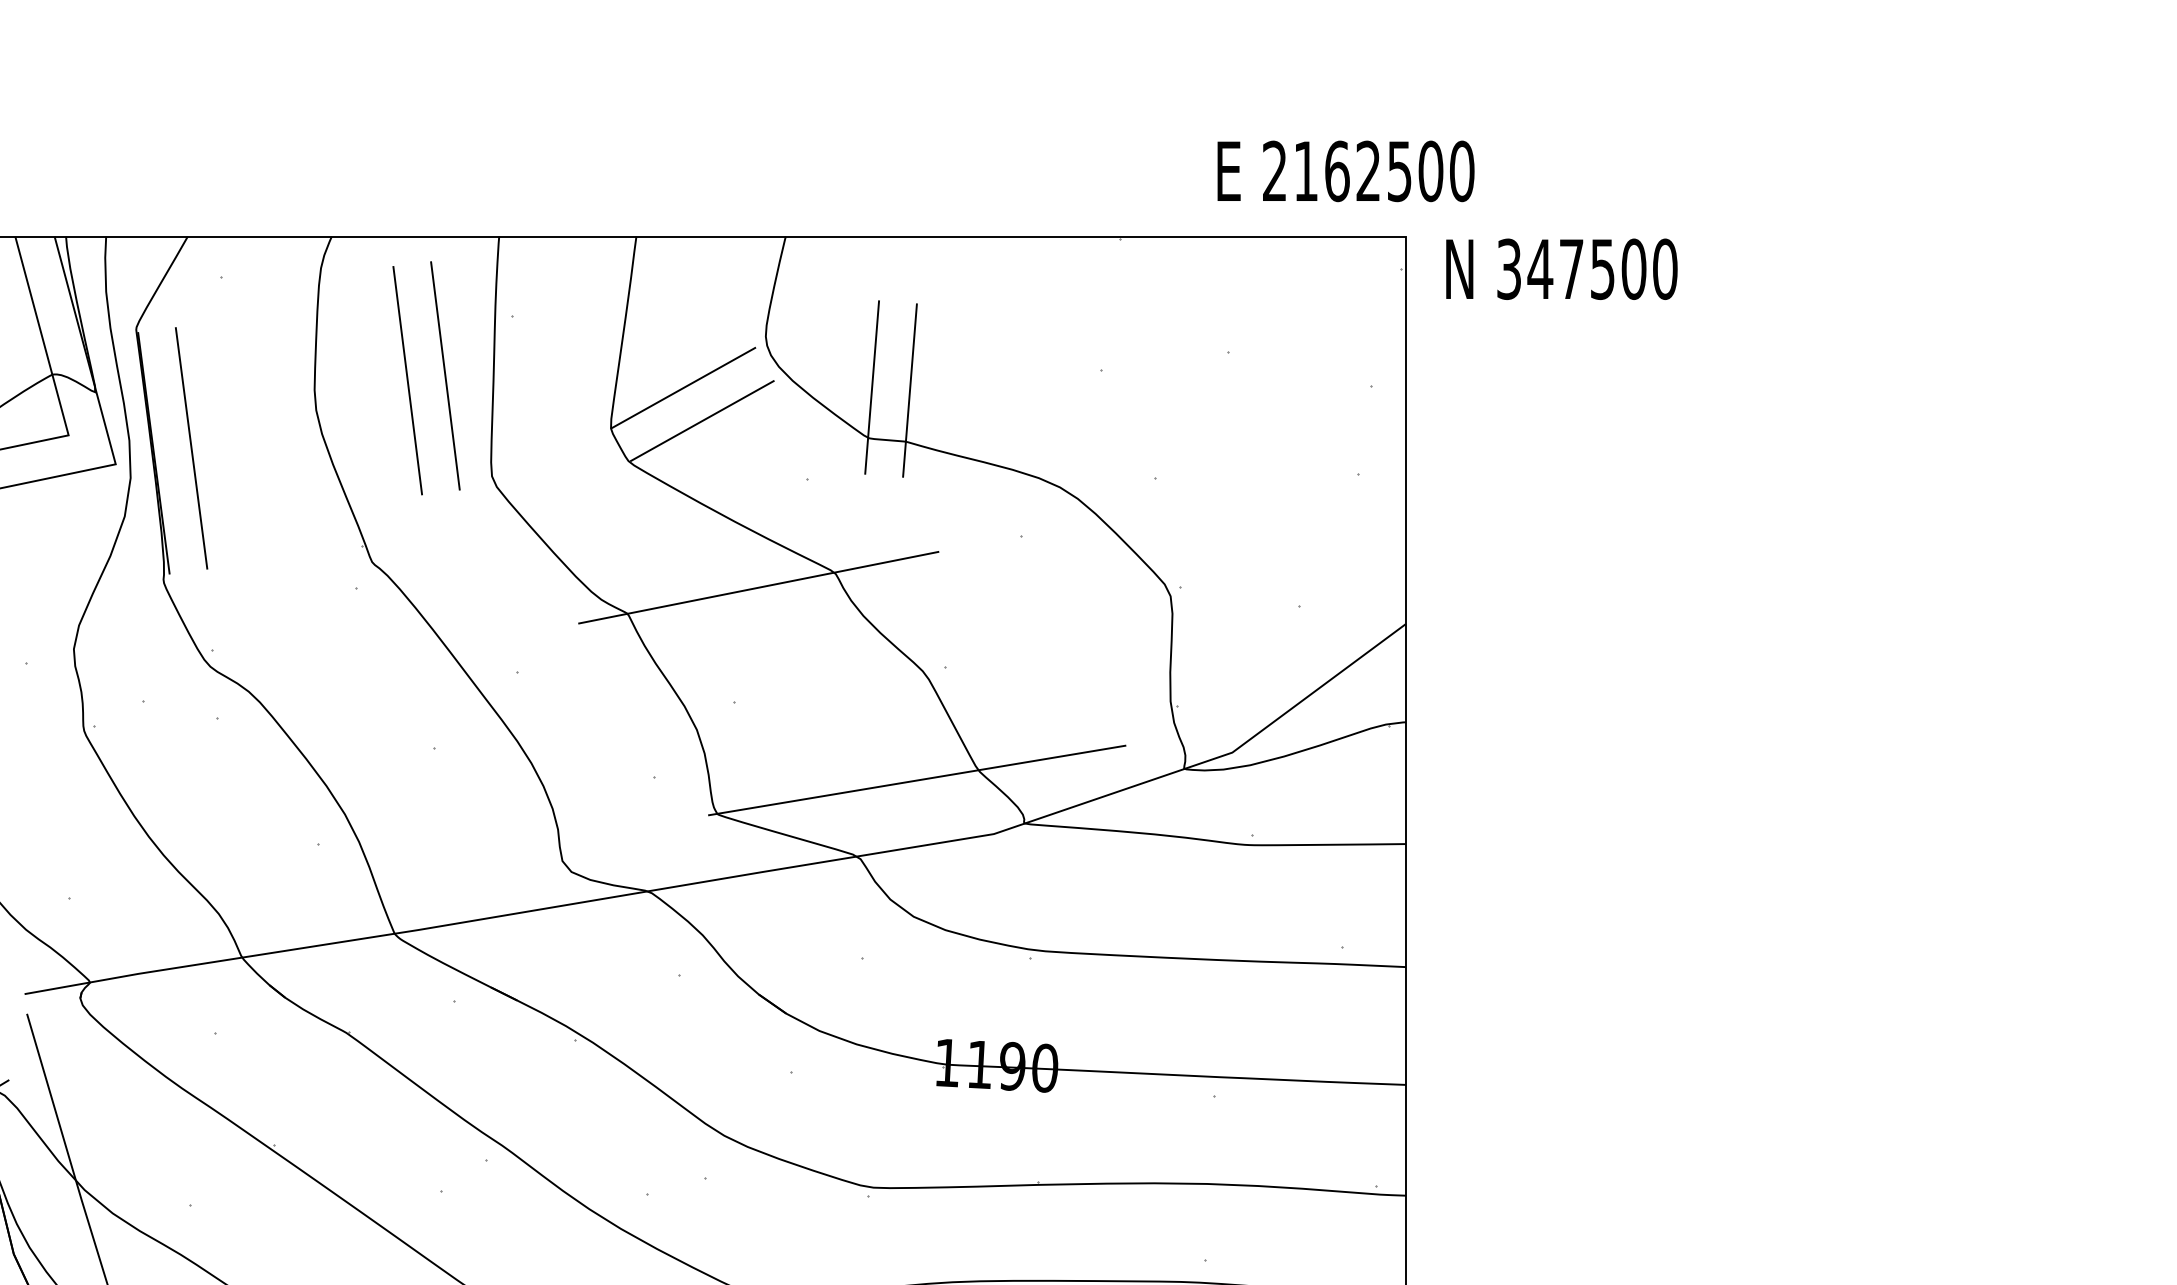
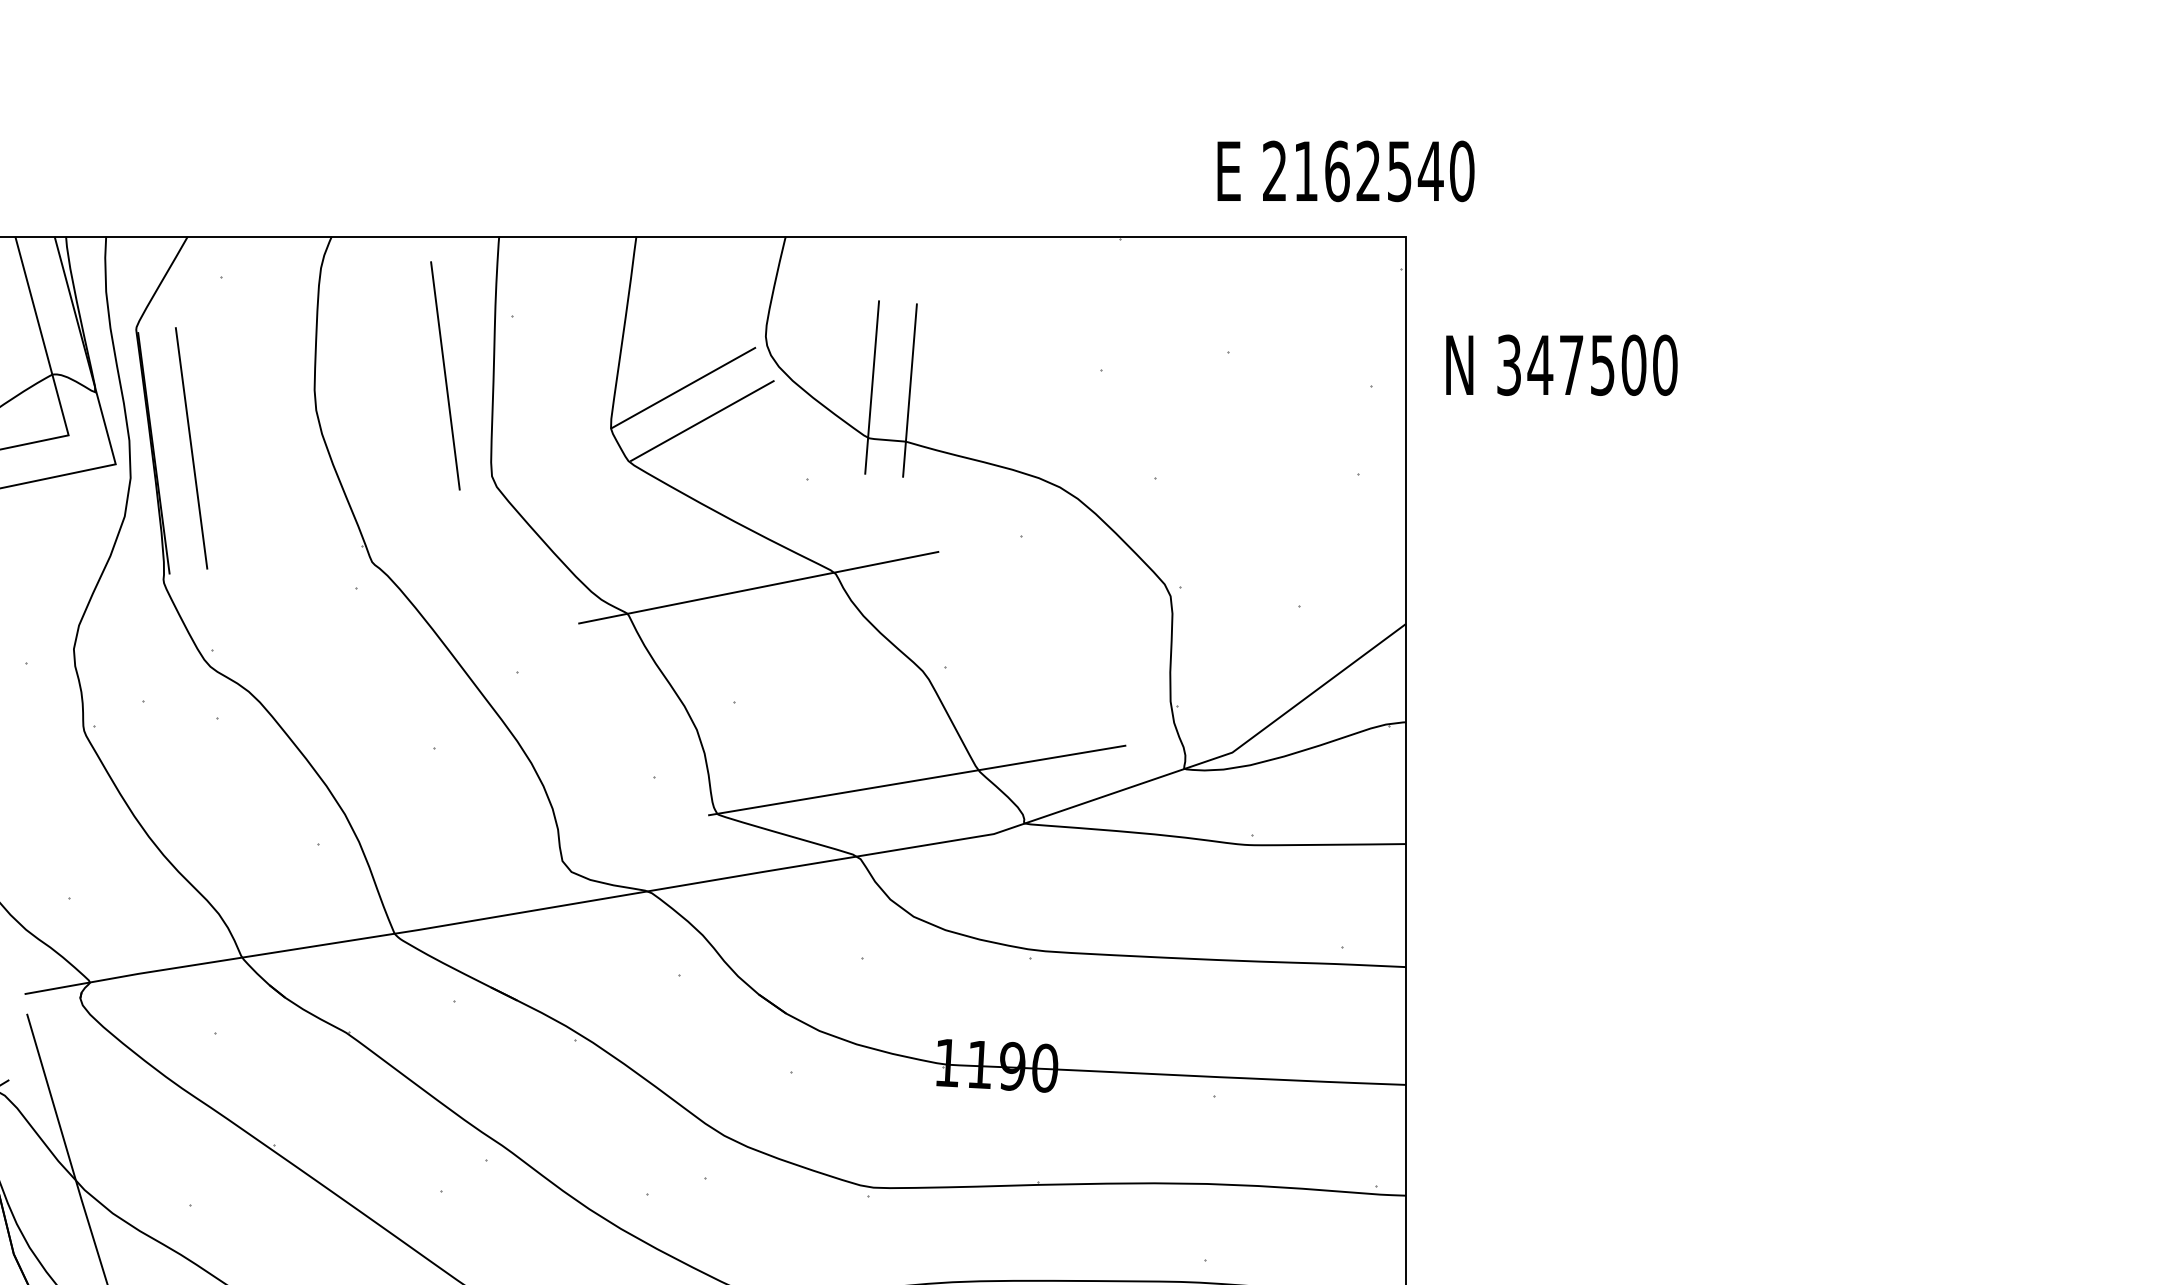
text at (1430, 171): 2162500 -> 2162540
text at (1561, 268) position: (1561, 268) -> (1561, 364)
line at (407, 380): present -> none
